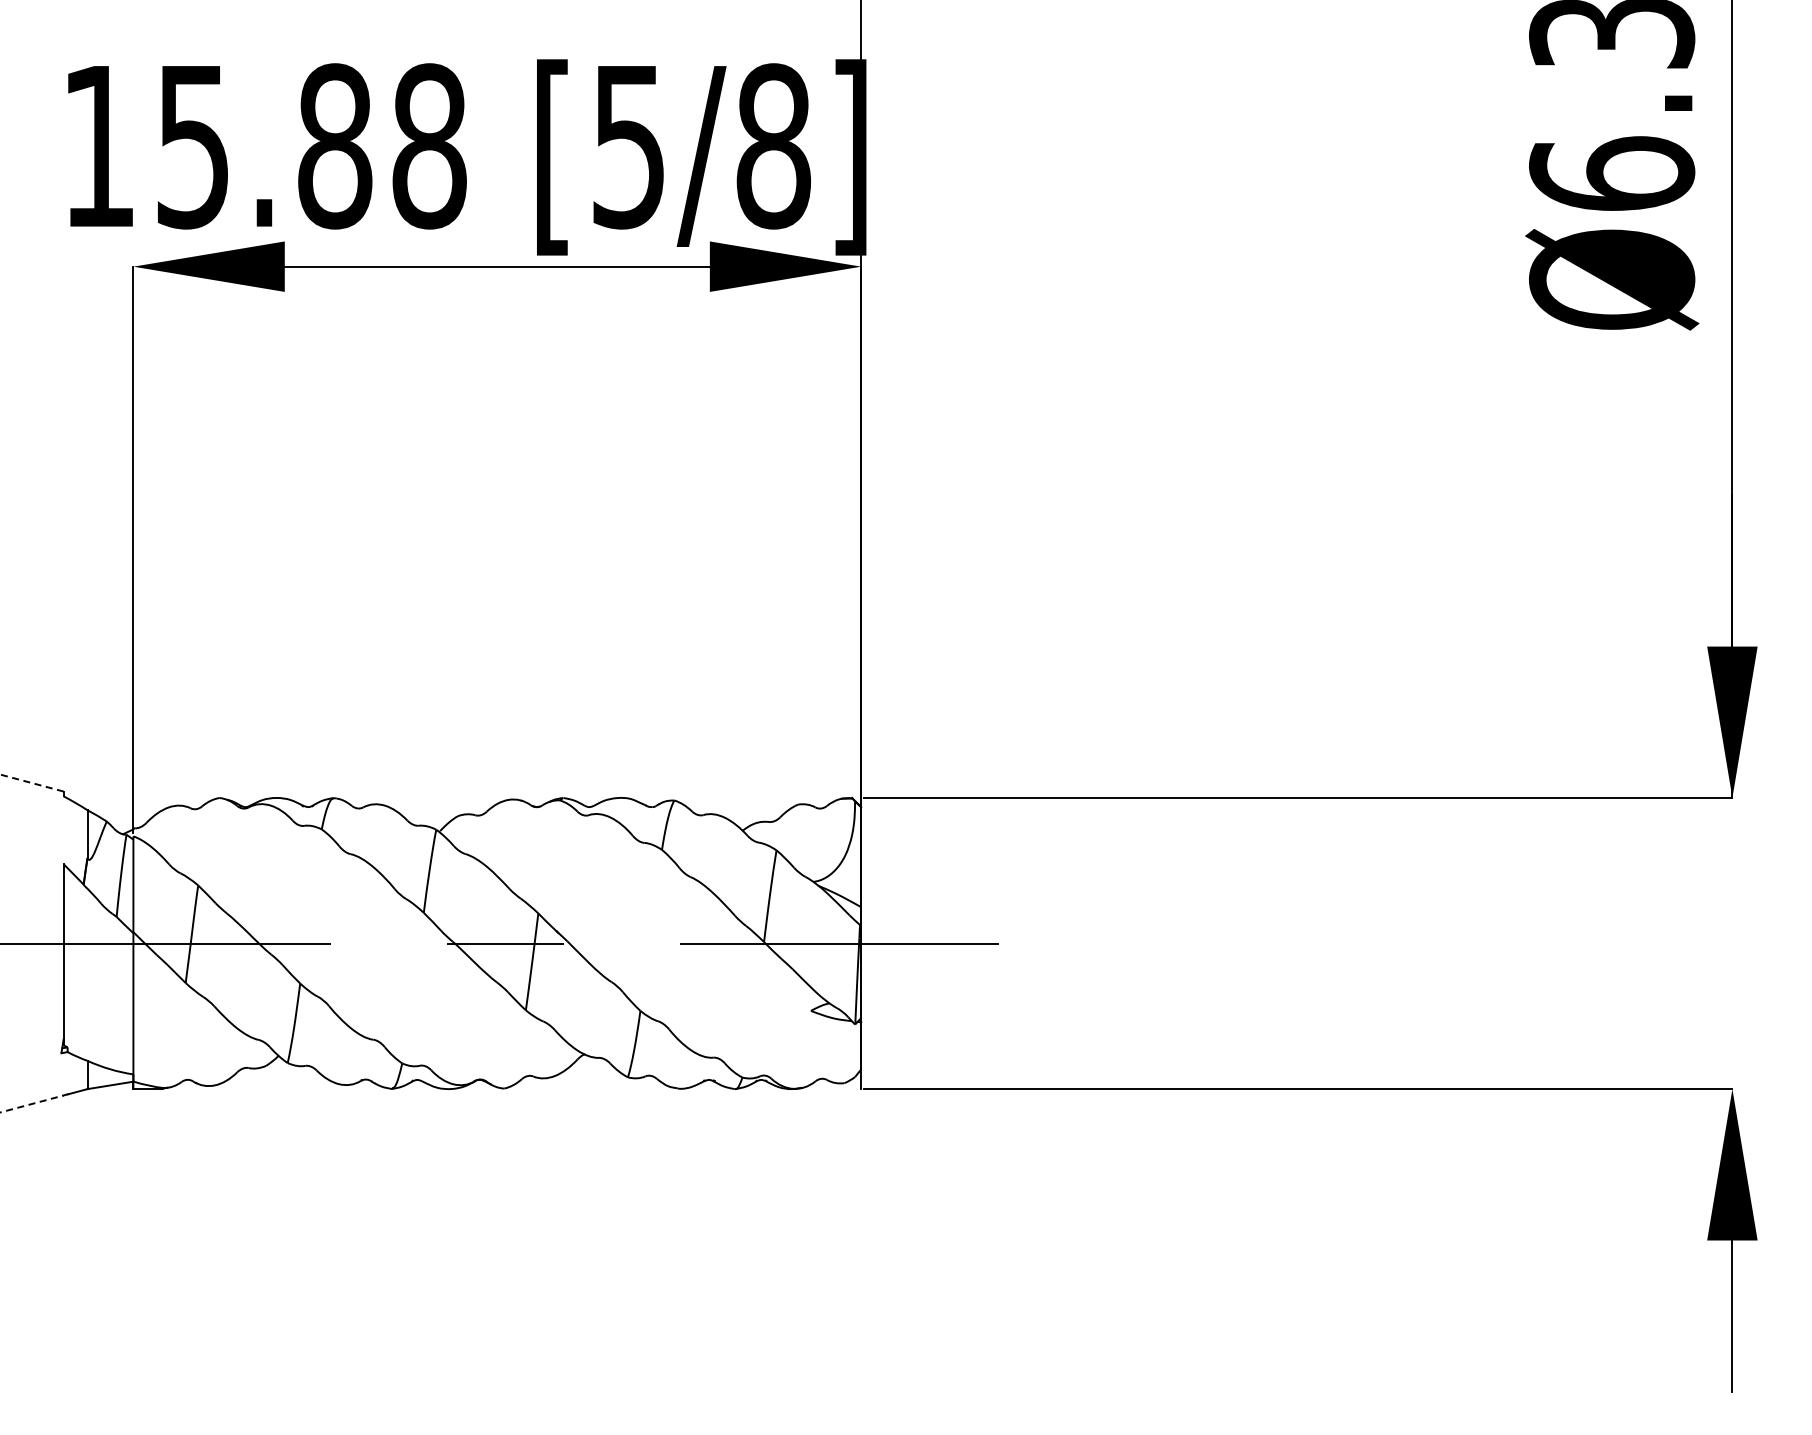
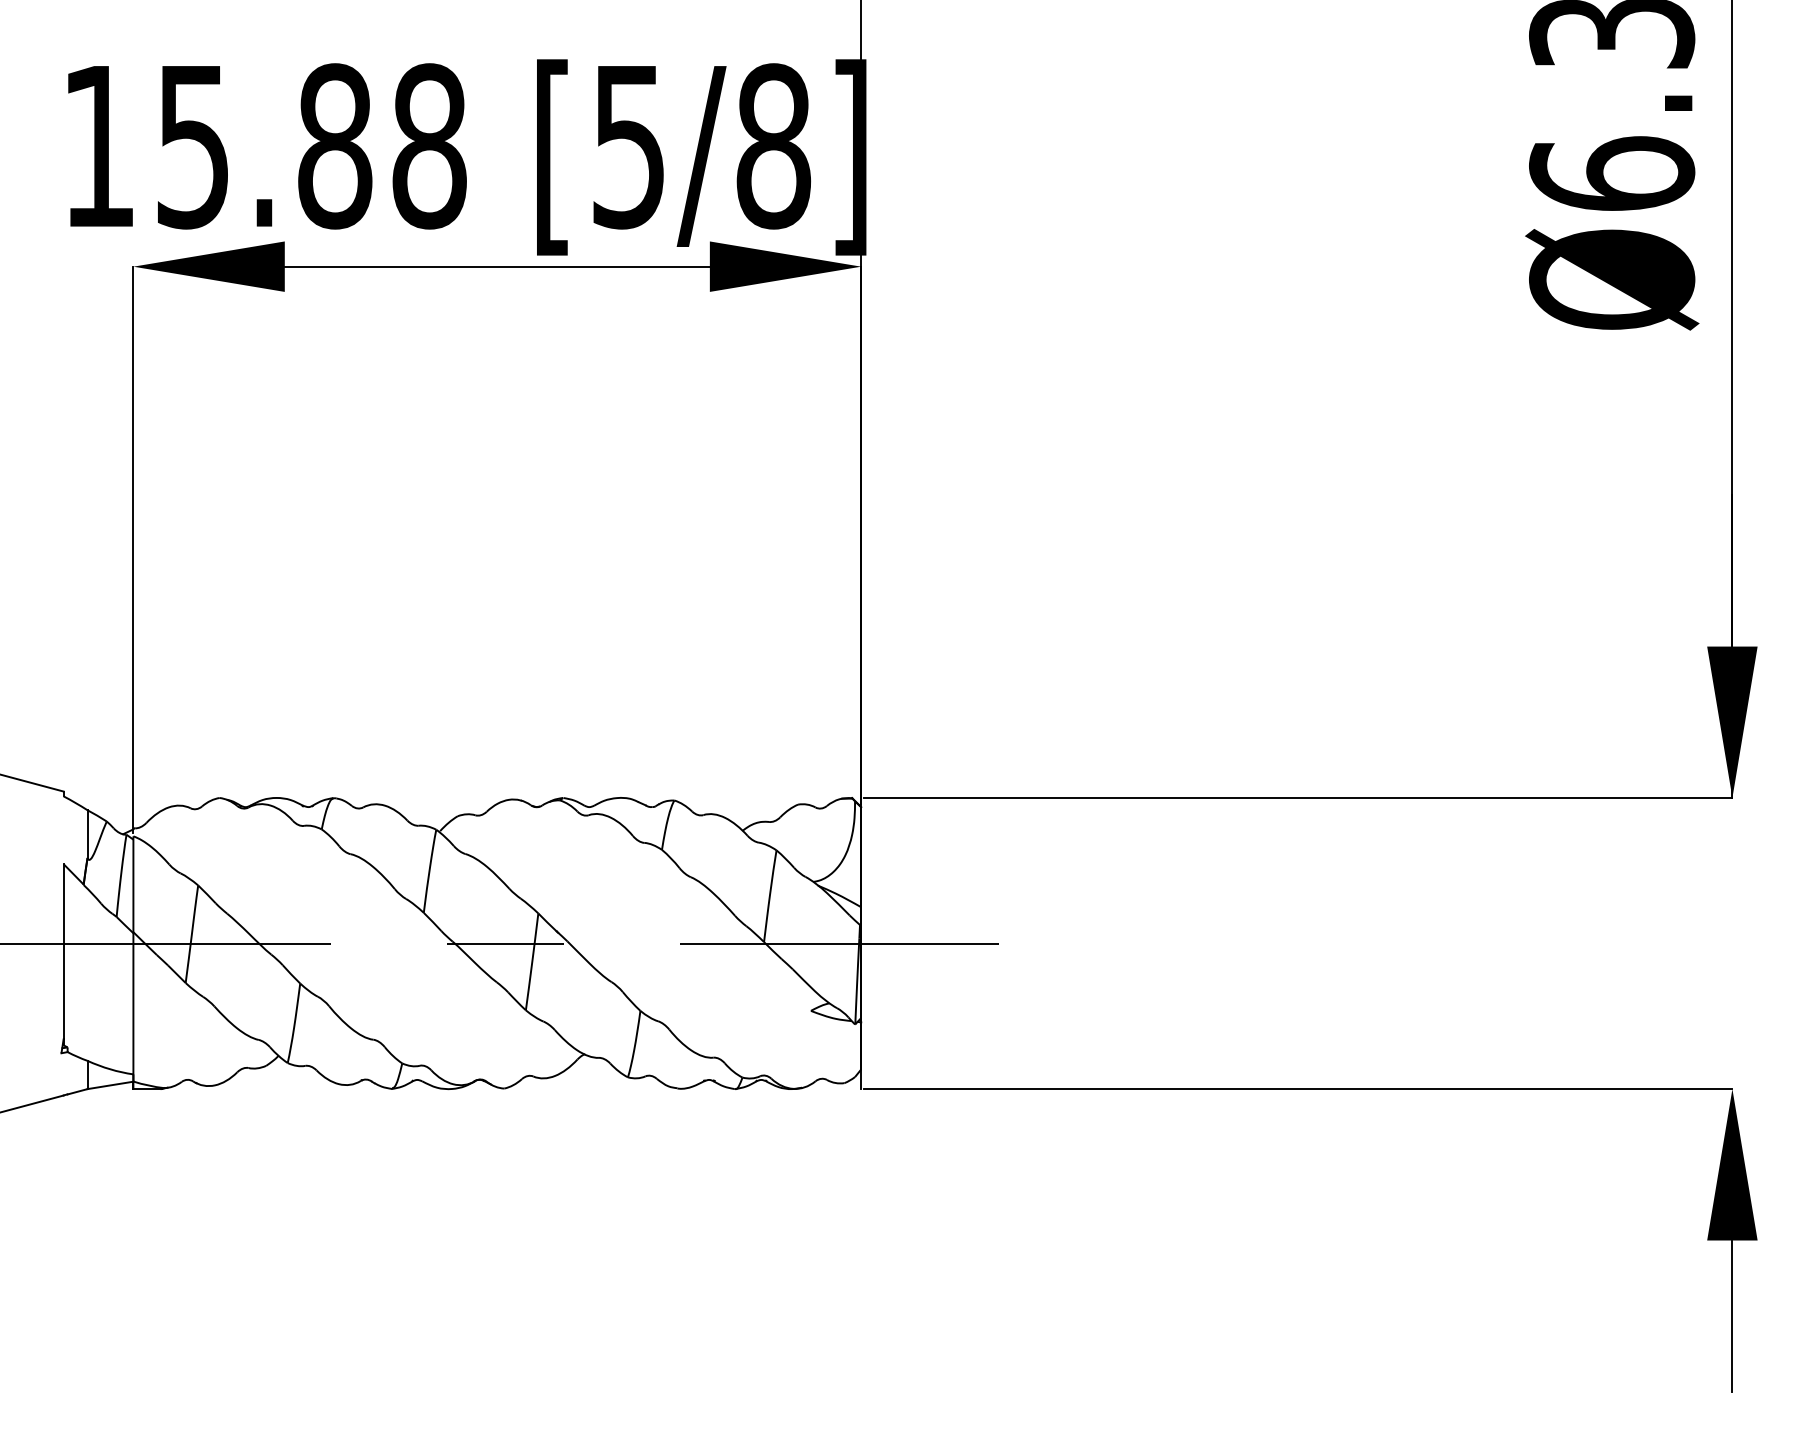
line at (31, 783): dashed -> solid
line at (31, 1104): dashed -> solid
